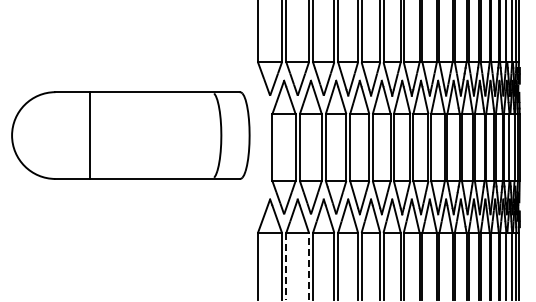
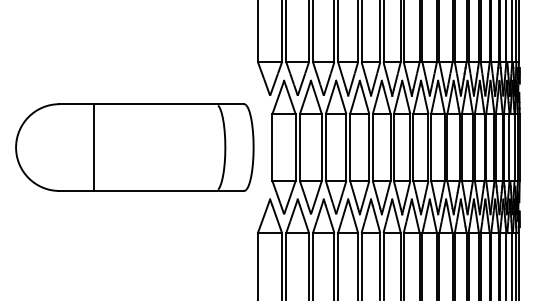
part at (130, 135) position: (130, 135) -> (134, 147)
line at (308, 265): dashed -> solid
line at (286, 266): dashed -> solid
